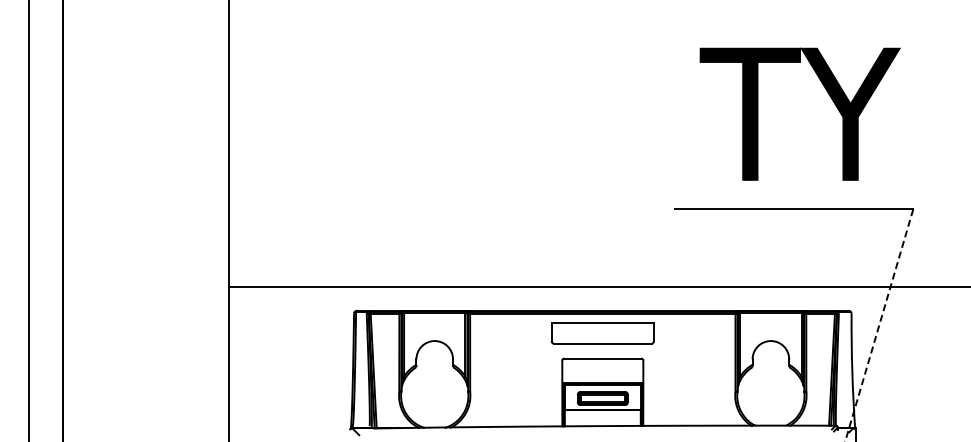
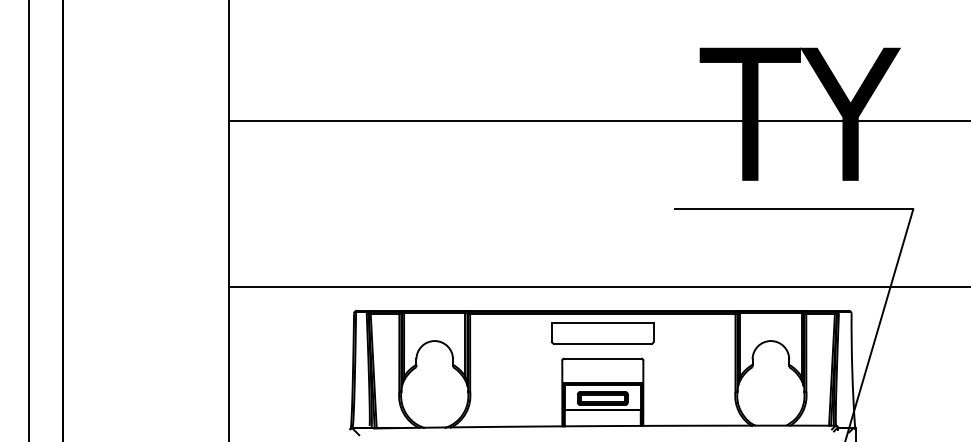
line at (598, 120): none -> present
line at (879, 325): dashed -> solid
